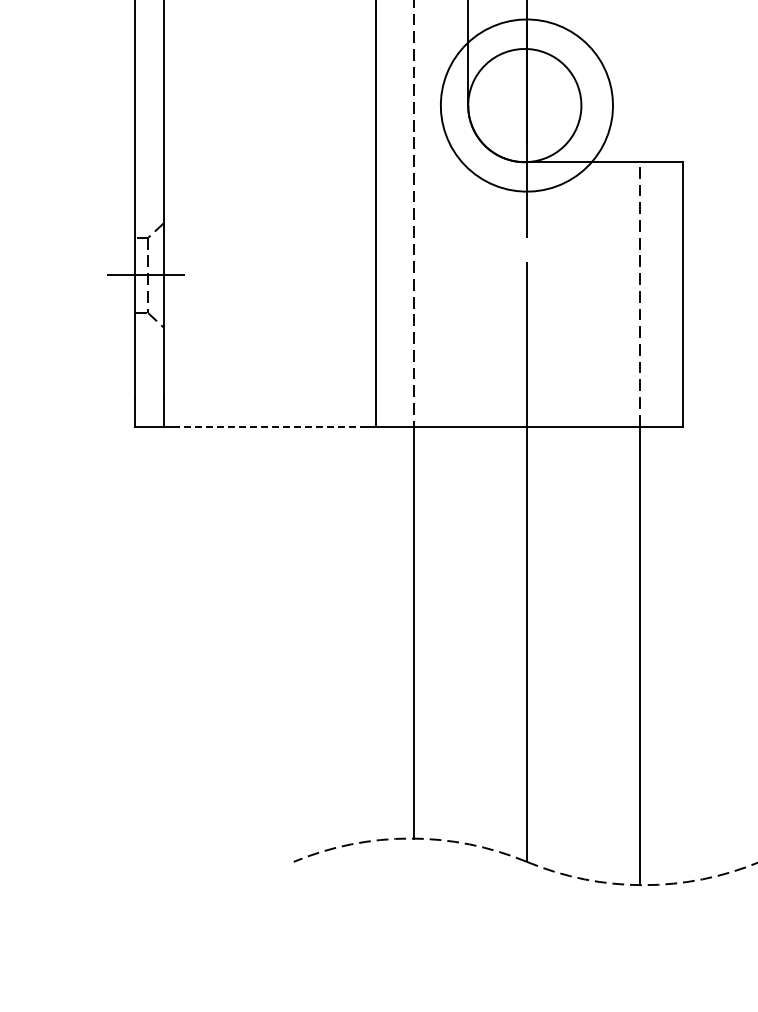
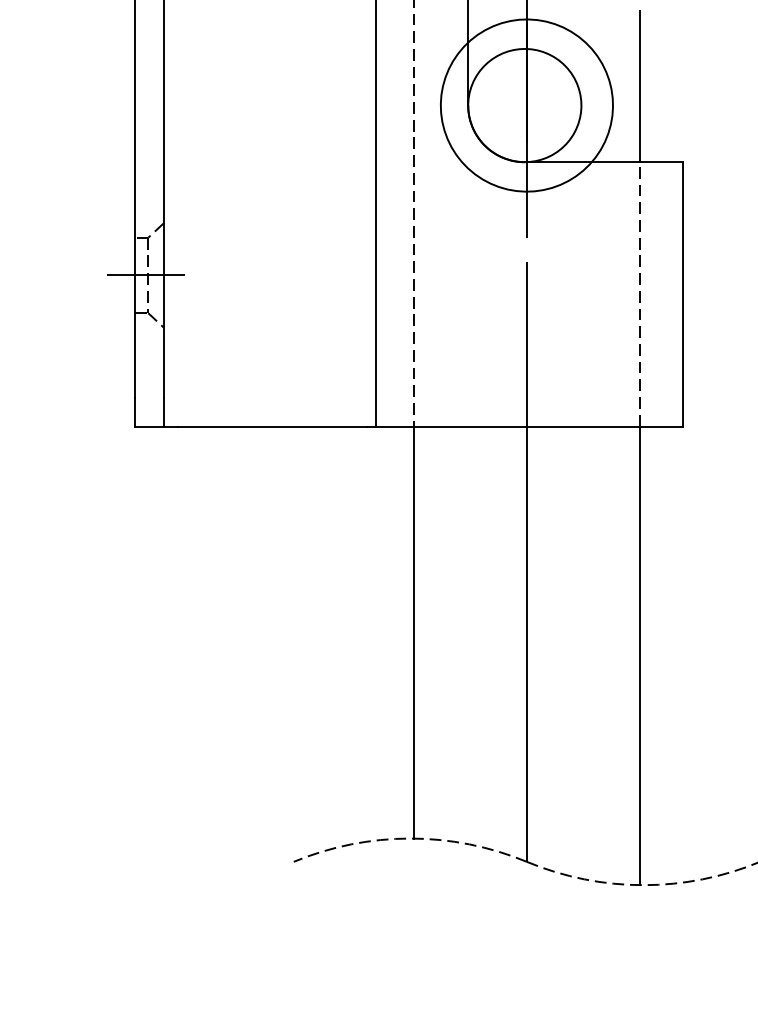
line at (640, 86): none -> present
line at (272, 426): dashed -> solid
